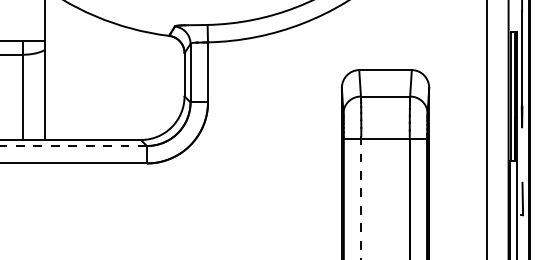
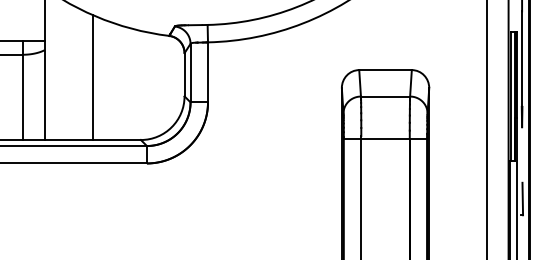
line at (92, 77): none -> present
line at (73, 146): dashed -> solid
line at (361, 197): dashed -> solid
